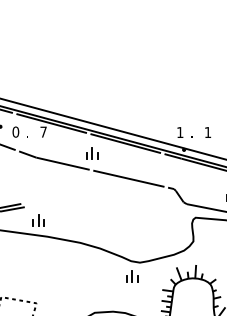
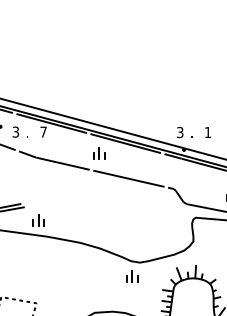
text at (15, 131): 0 -> 3
text at (180, 132): 1 -> 3
part at (92, 153) position: (92, 153) -> (99, 153)
